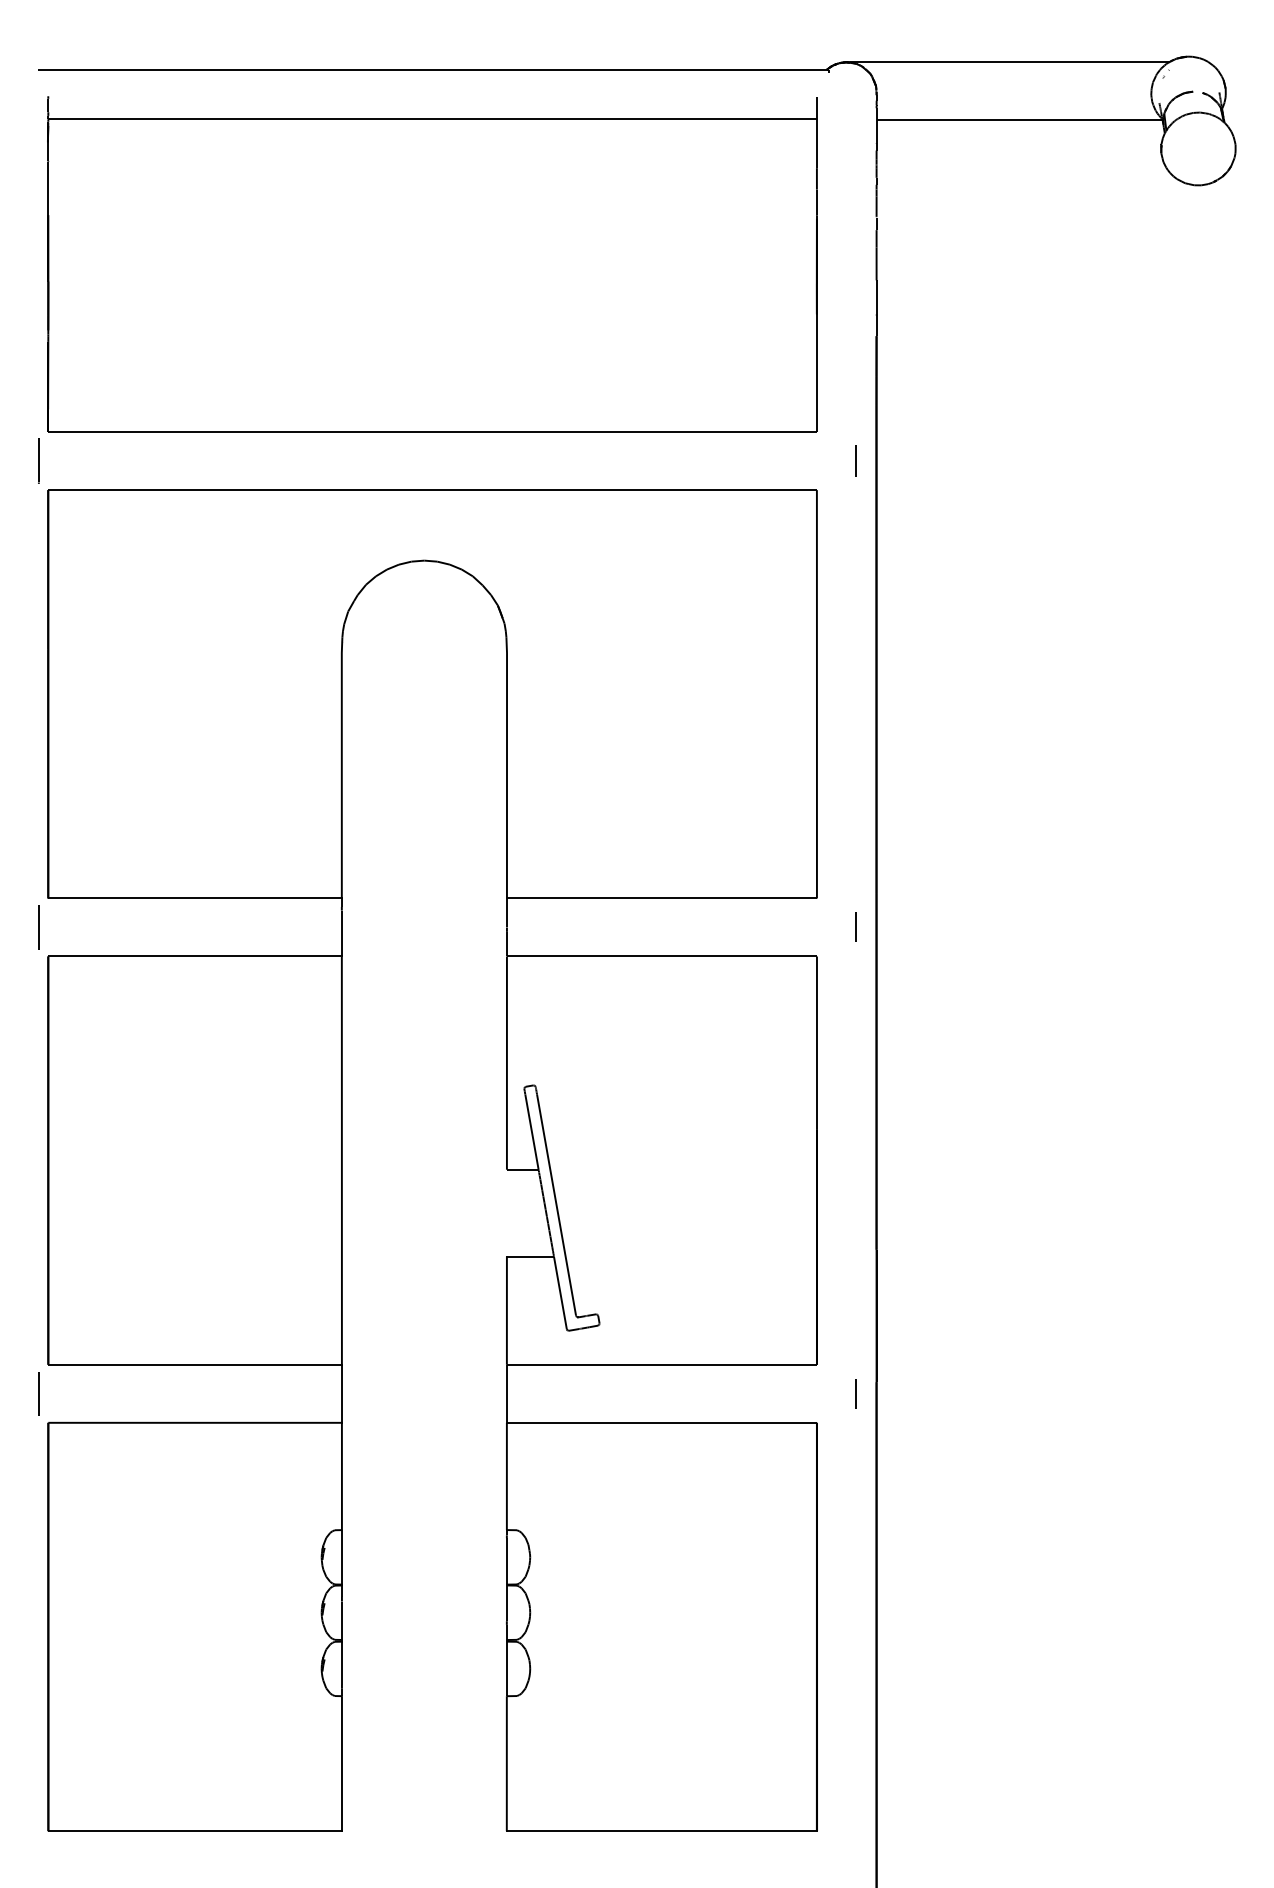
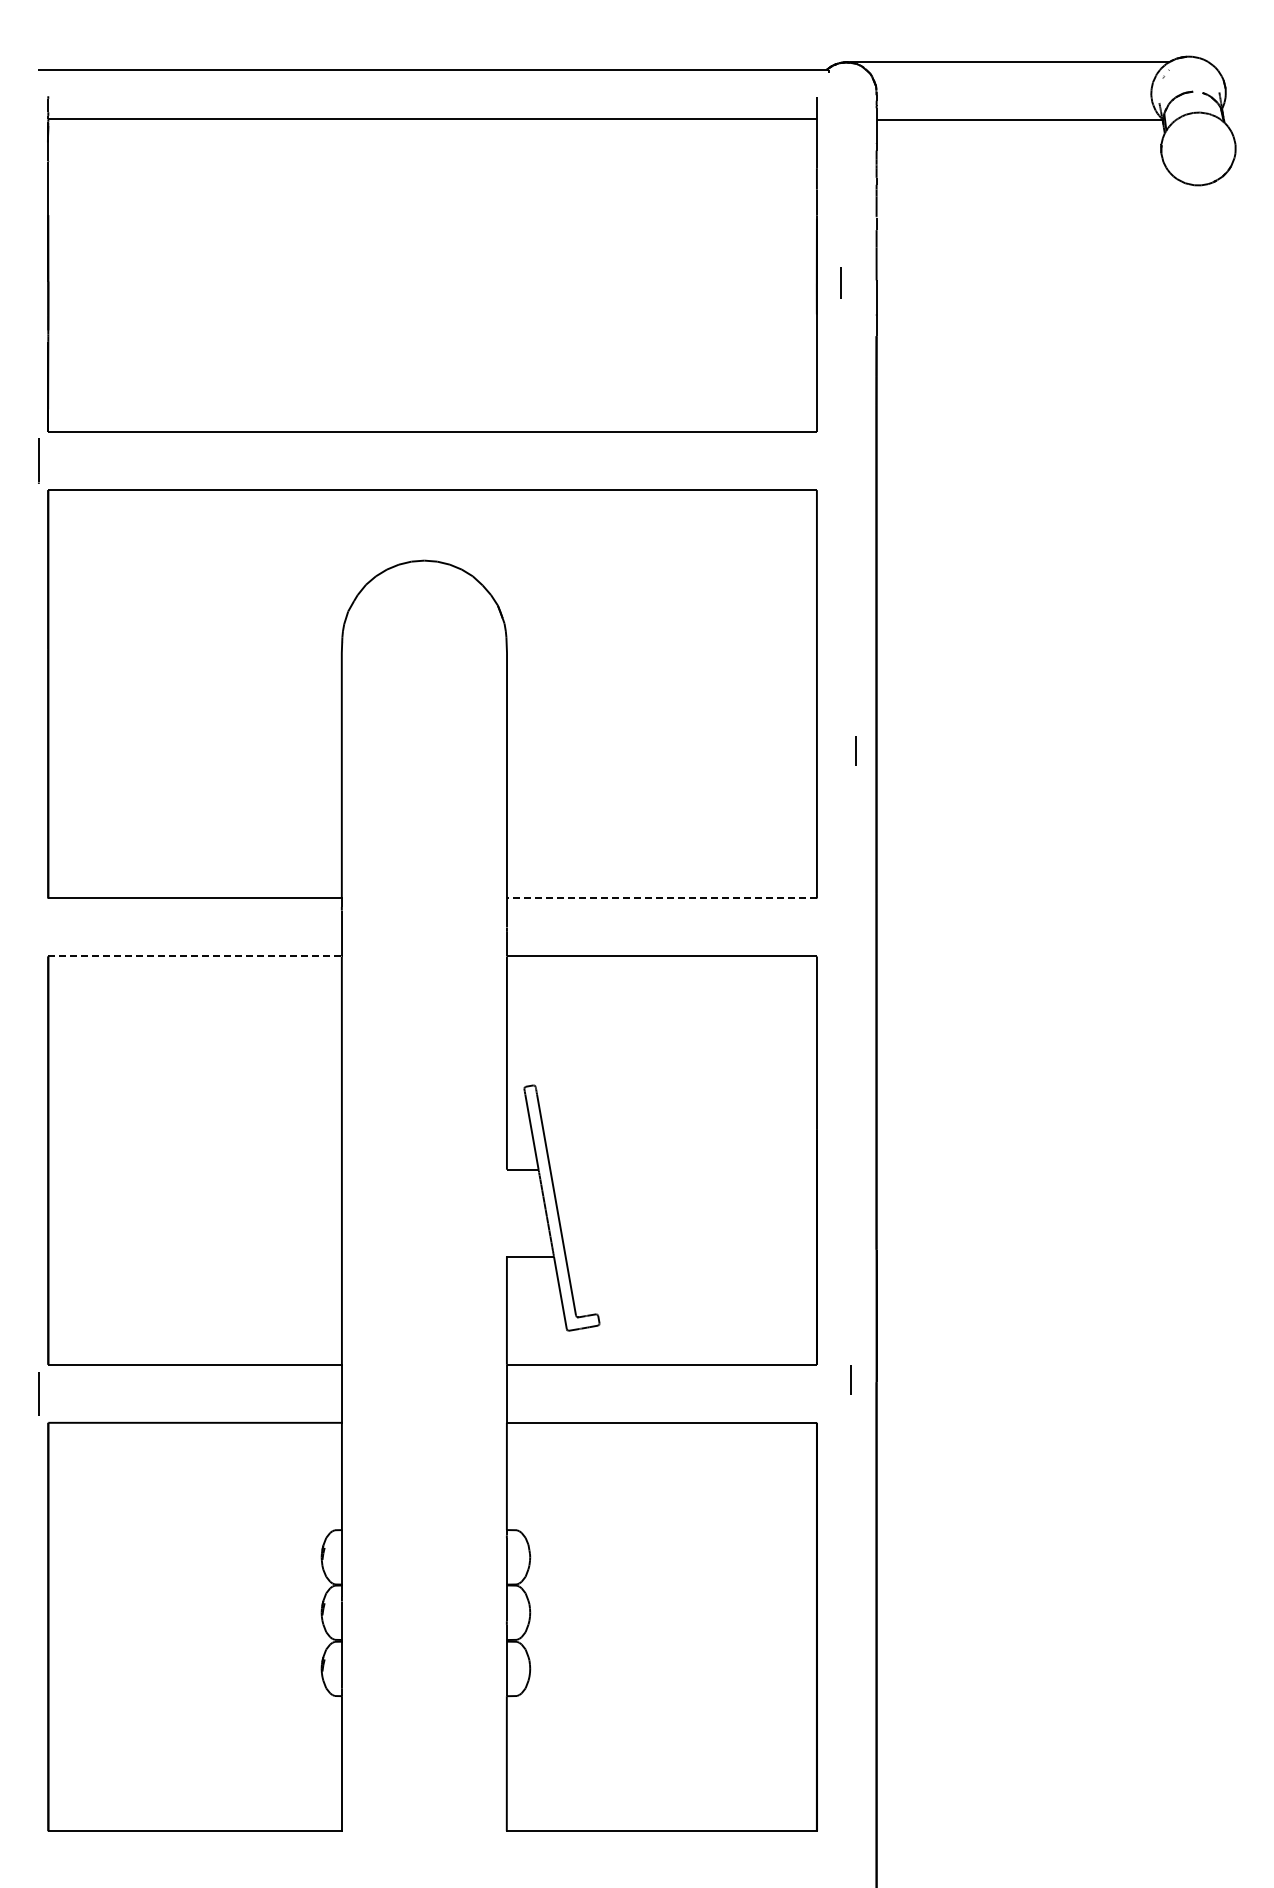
line at (855, 460) position: (855, 460) -> (840, 282)
line at (661, 898): solid -> dashed
line at (855, 926) position: (855, 926) -> (855, 750)
line at (38, 927): present -> none
line at (195, 956): solid -> dashed
line at (855, 1393) position: (855, 1393) -> (850, 1379)
